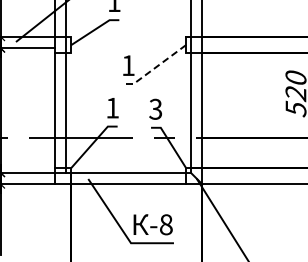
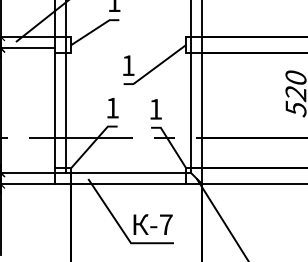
line at (154, 68): dashed -> solid
text at (155, 108): 3 -> 1
text at (166, 224): -8 -> -7
